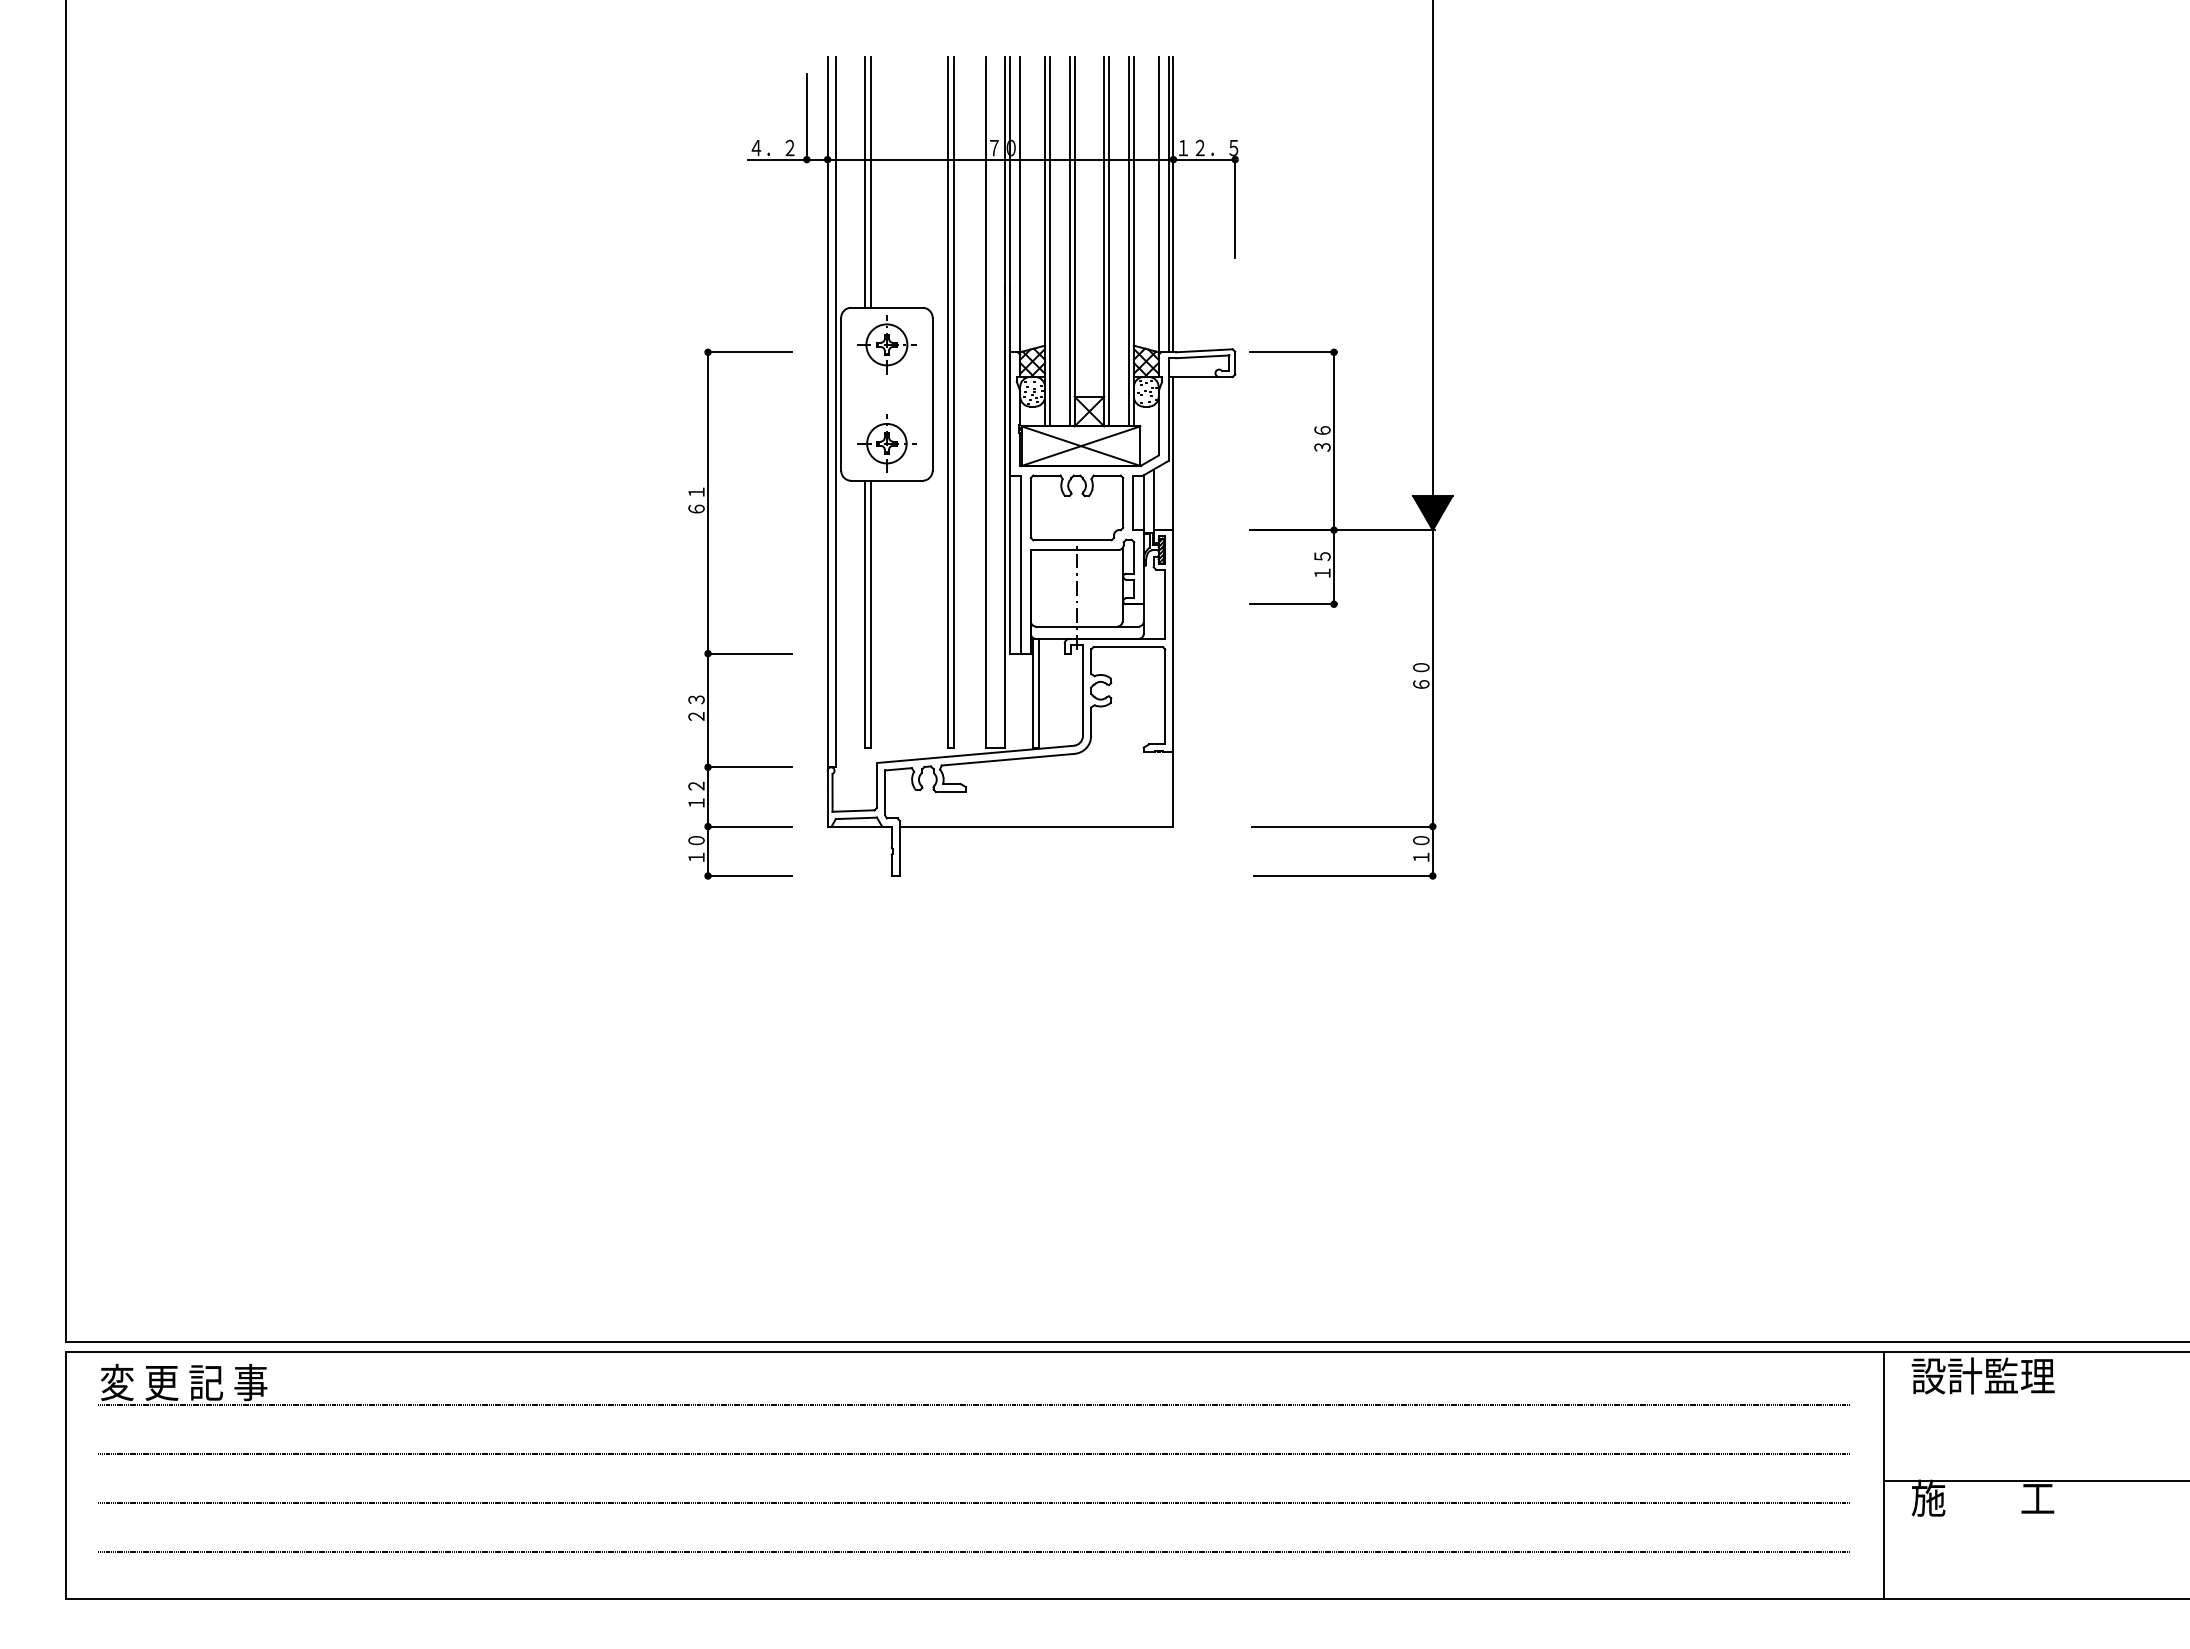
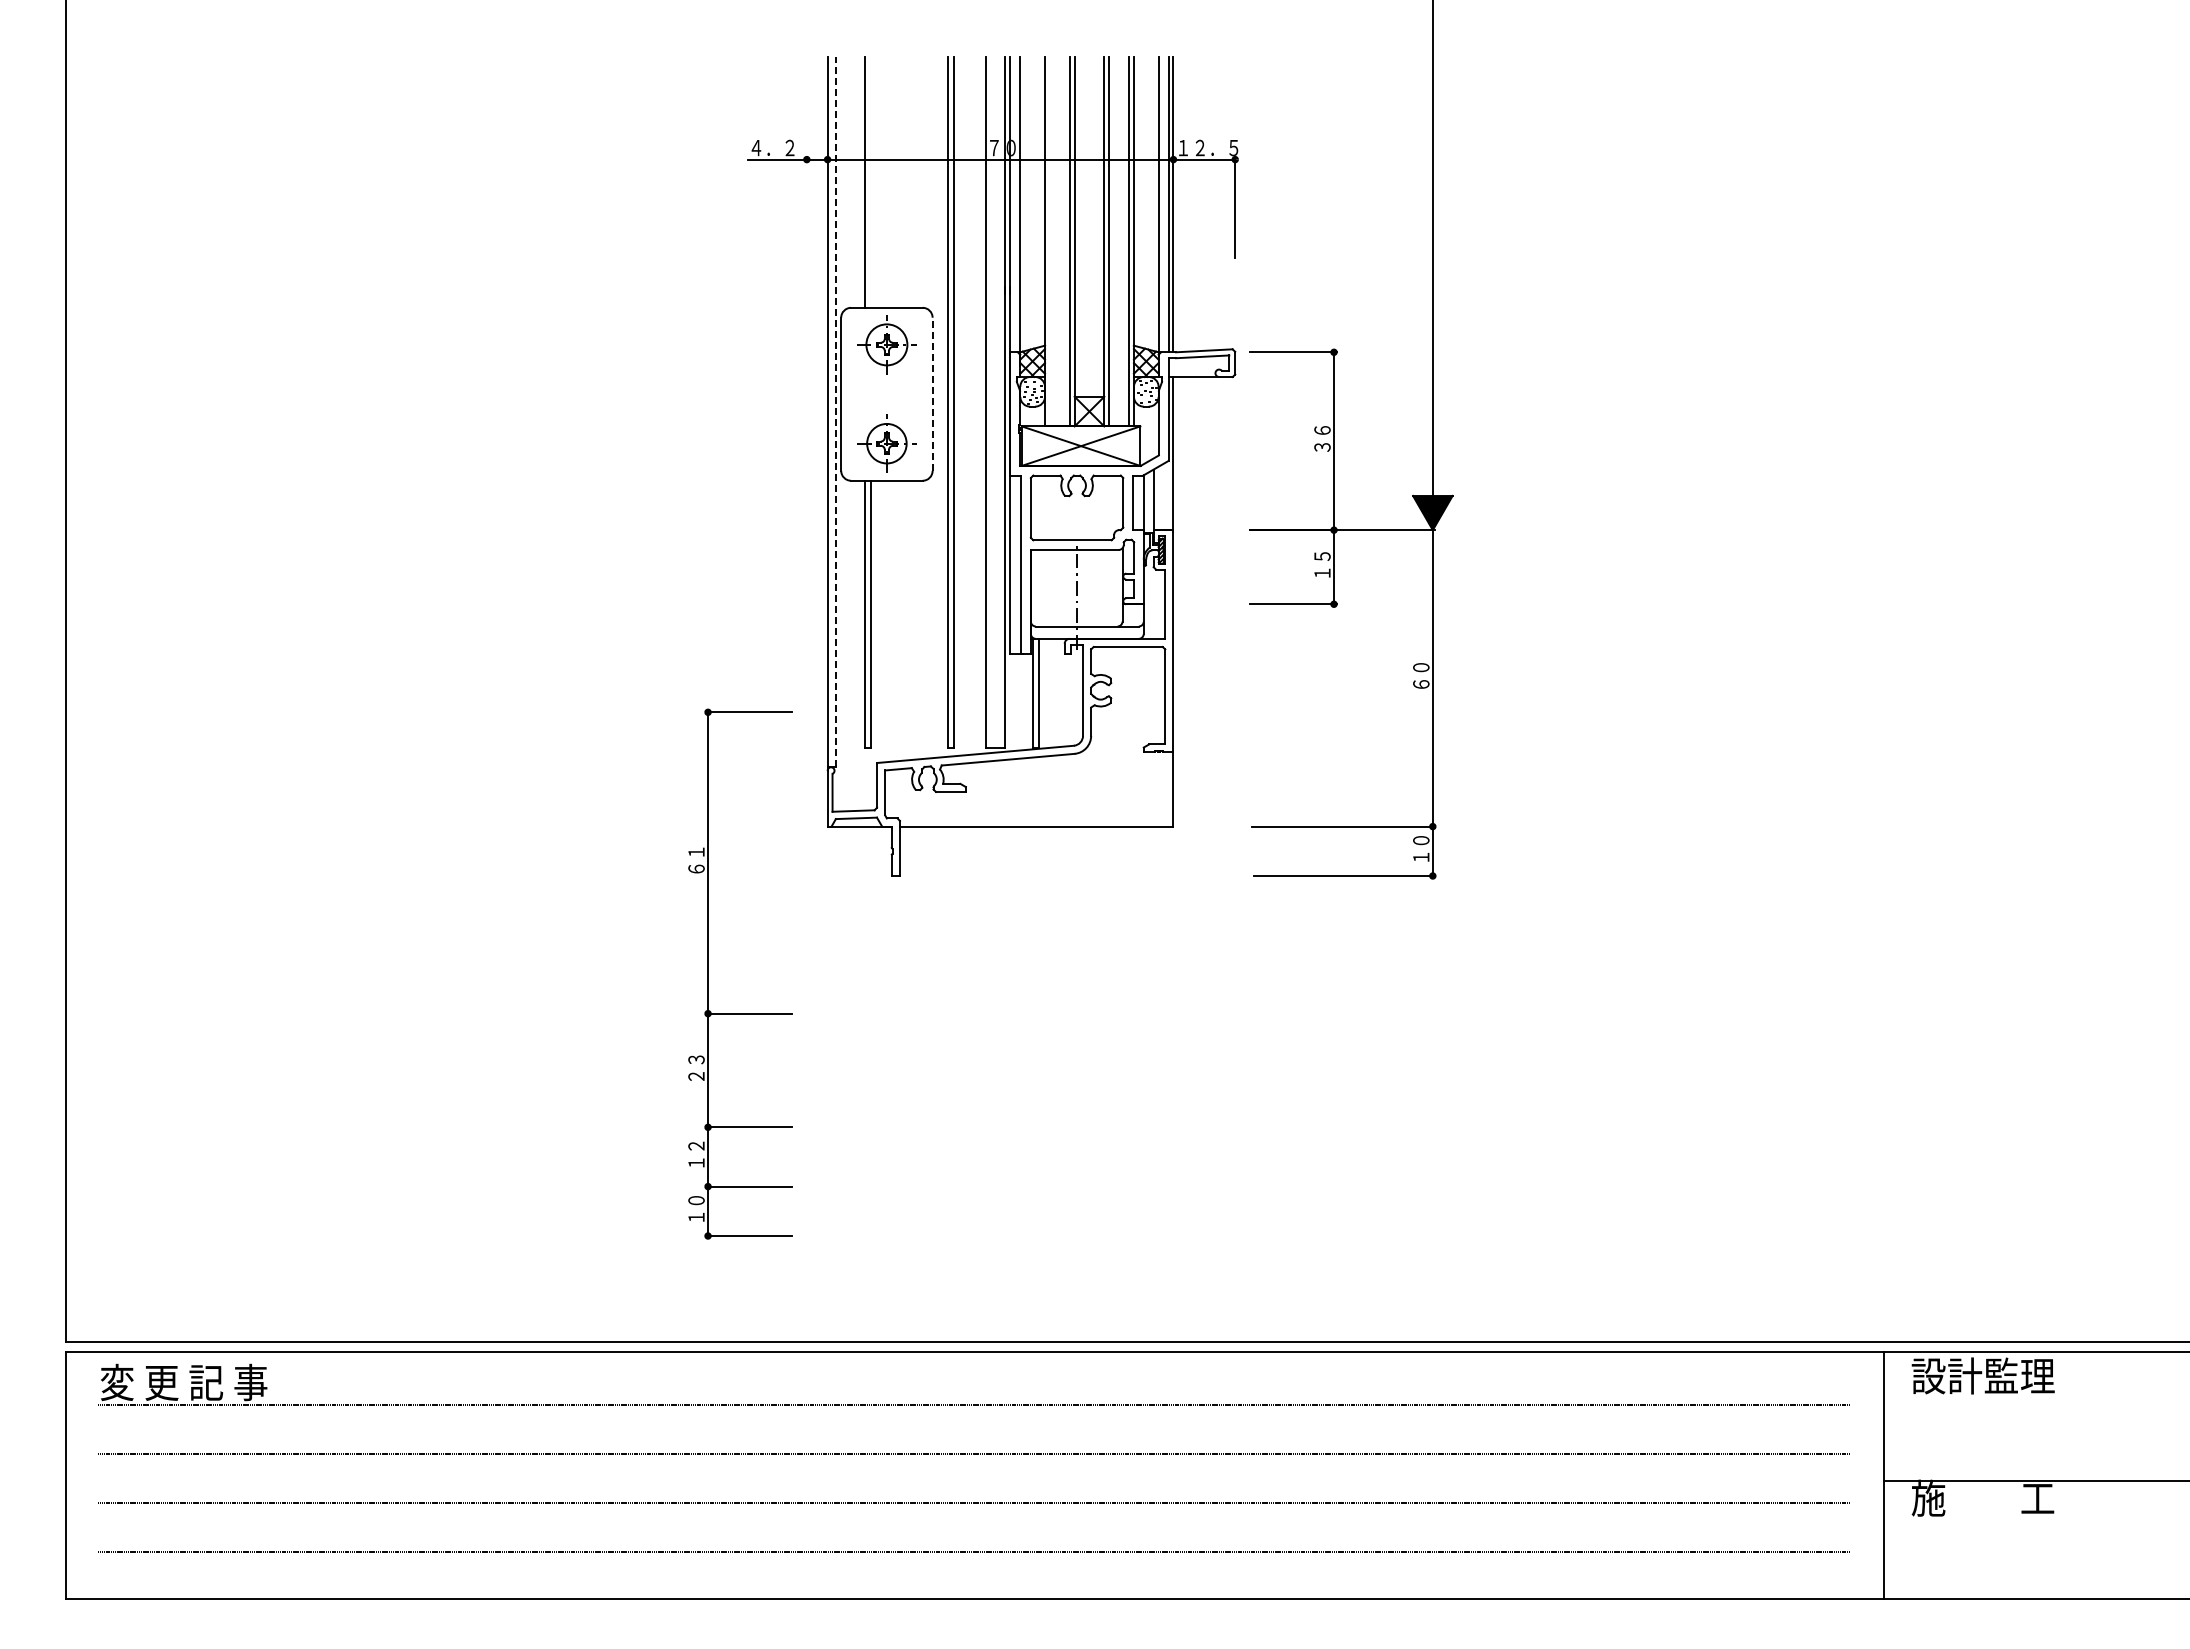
line at (806, 118): present -> none
line at (870, 182): present -> none
line at (1049, 241): present -> none
line at (932, 394): solid -> dashed
line at (835, 411): solid -> dashed
part at (708, 613) position: (708, 613) -> (708, 973)
